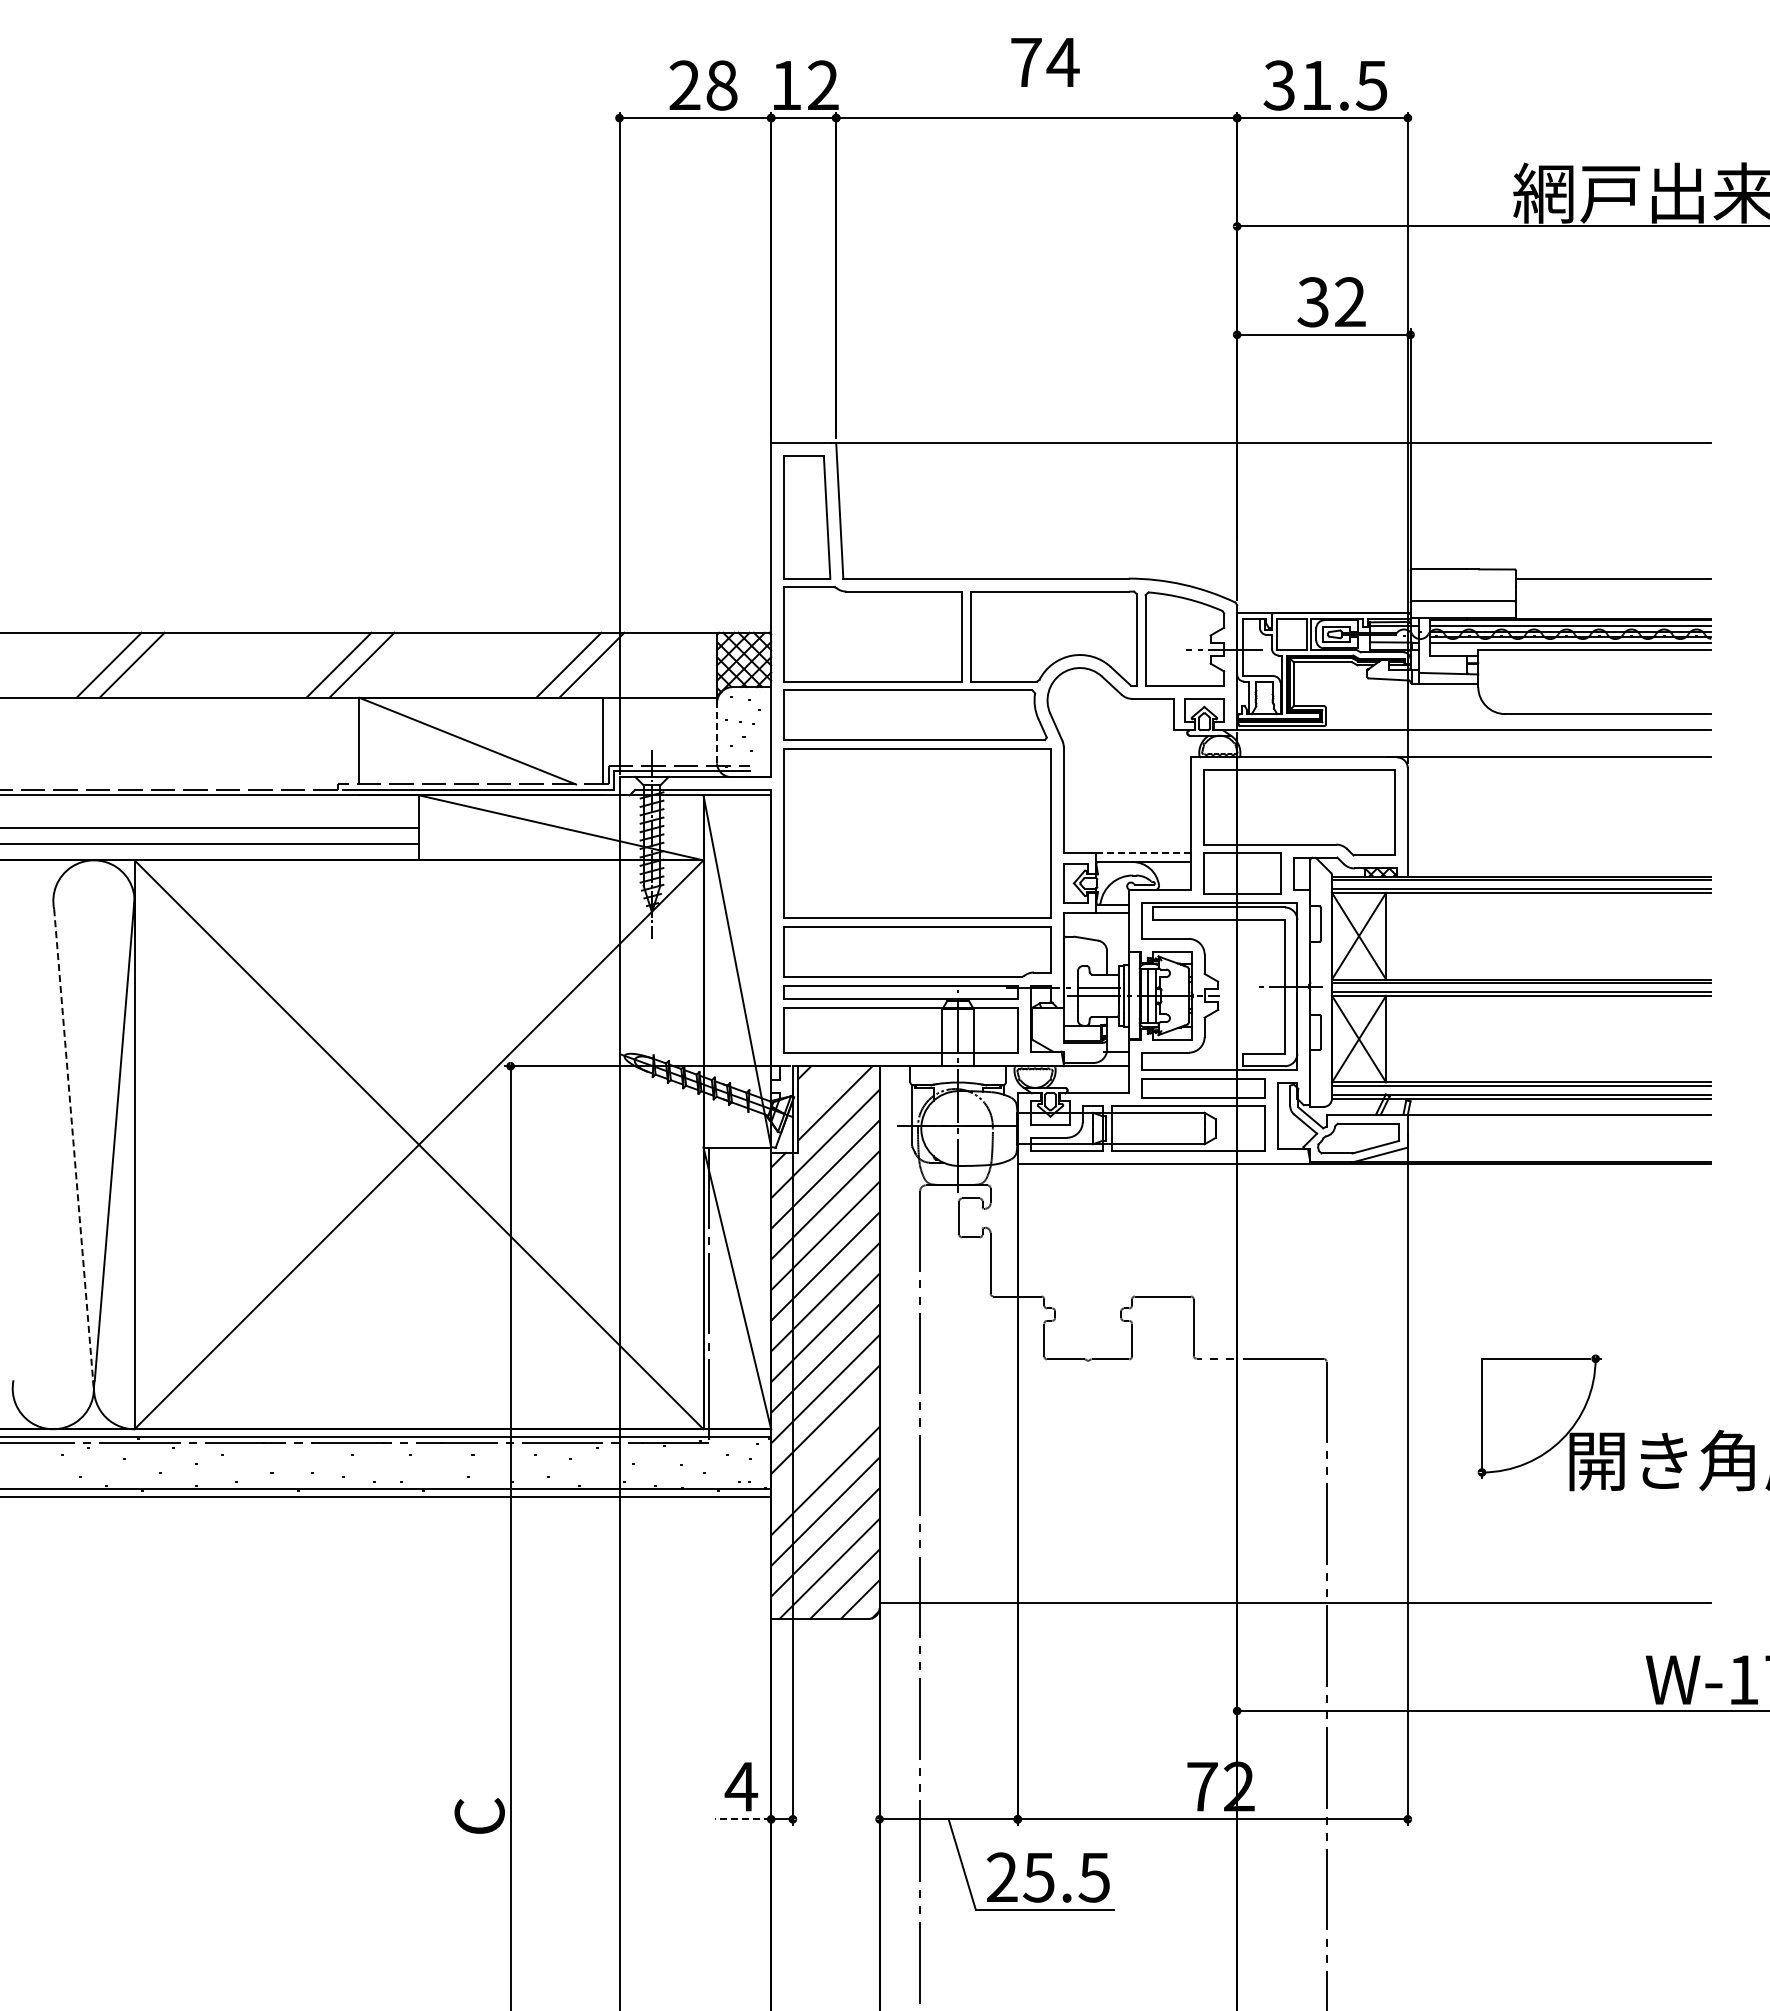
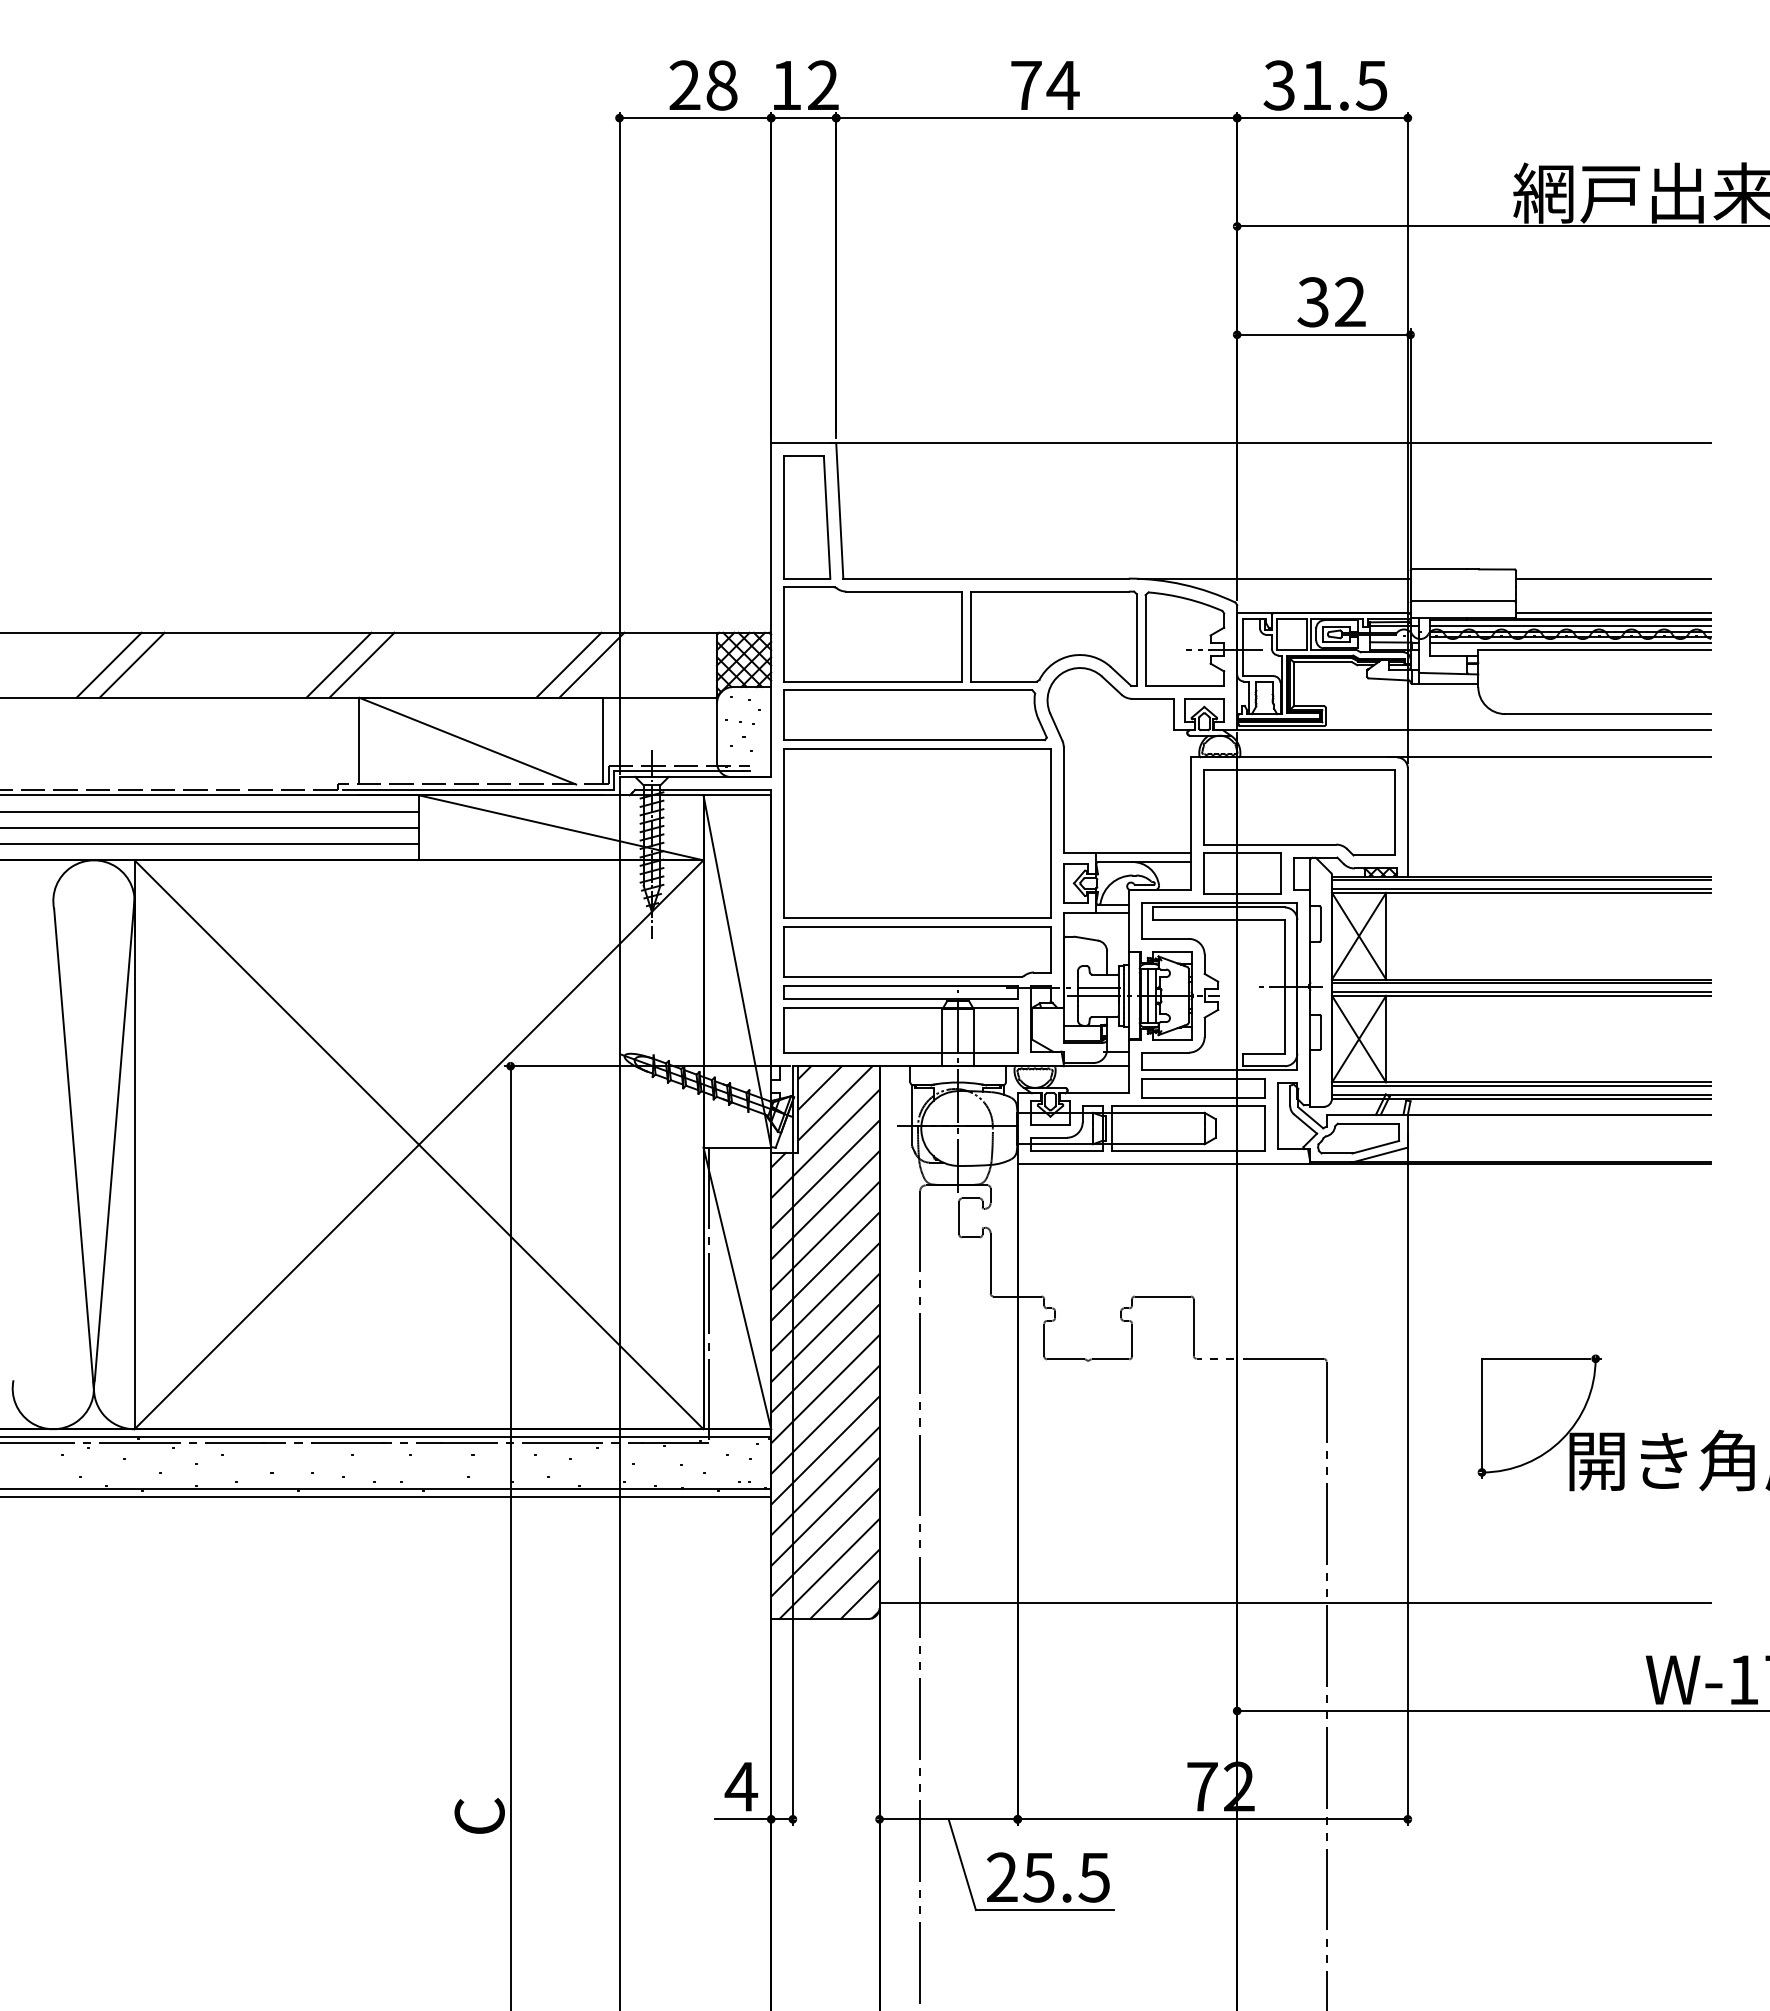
text at (1045, 62) position: (1045, 62) -> (1045, 85)
line at (1274, 578): none -> present
line at (1613, 613): none -> present
line at (717, 732): dashed -> solid
line at (210, 811): none -> present
line at (1140, 853): dashed -> solid
line at (819, 1087): none -> present
line at (74, 1149): dashed -> solid
line at (825, 1450): none -> present
line at (742, 1819): dashed -> solid
